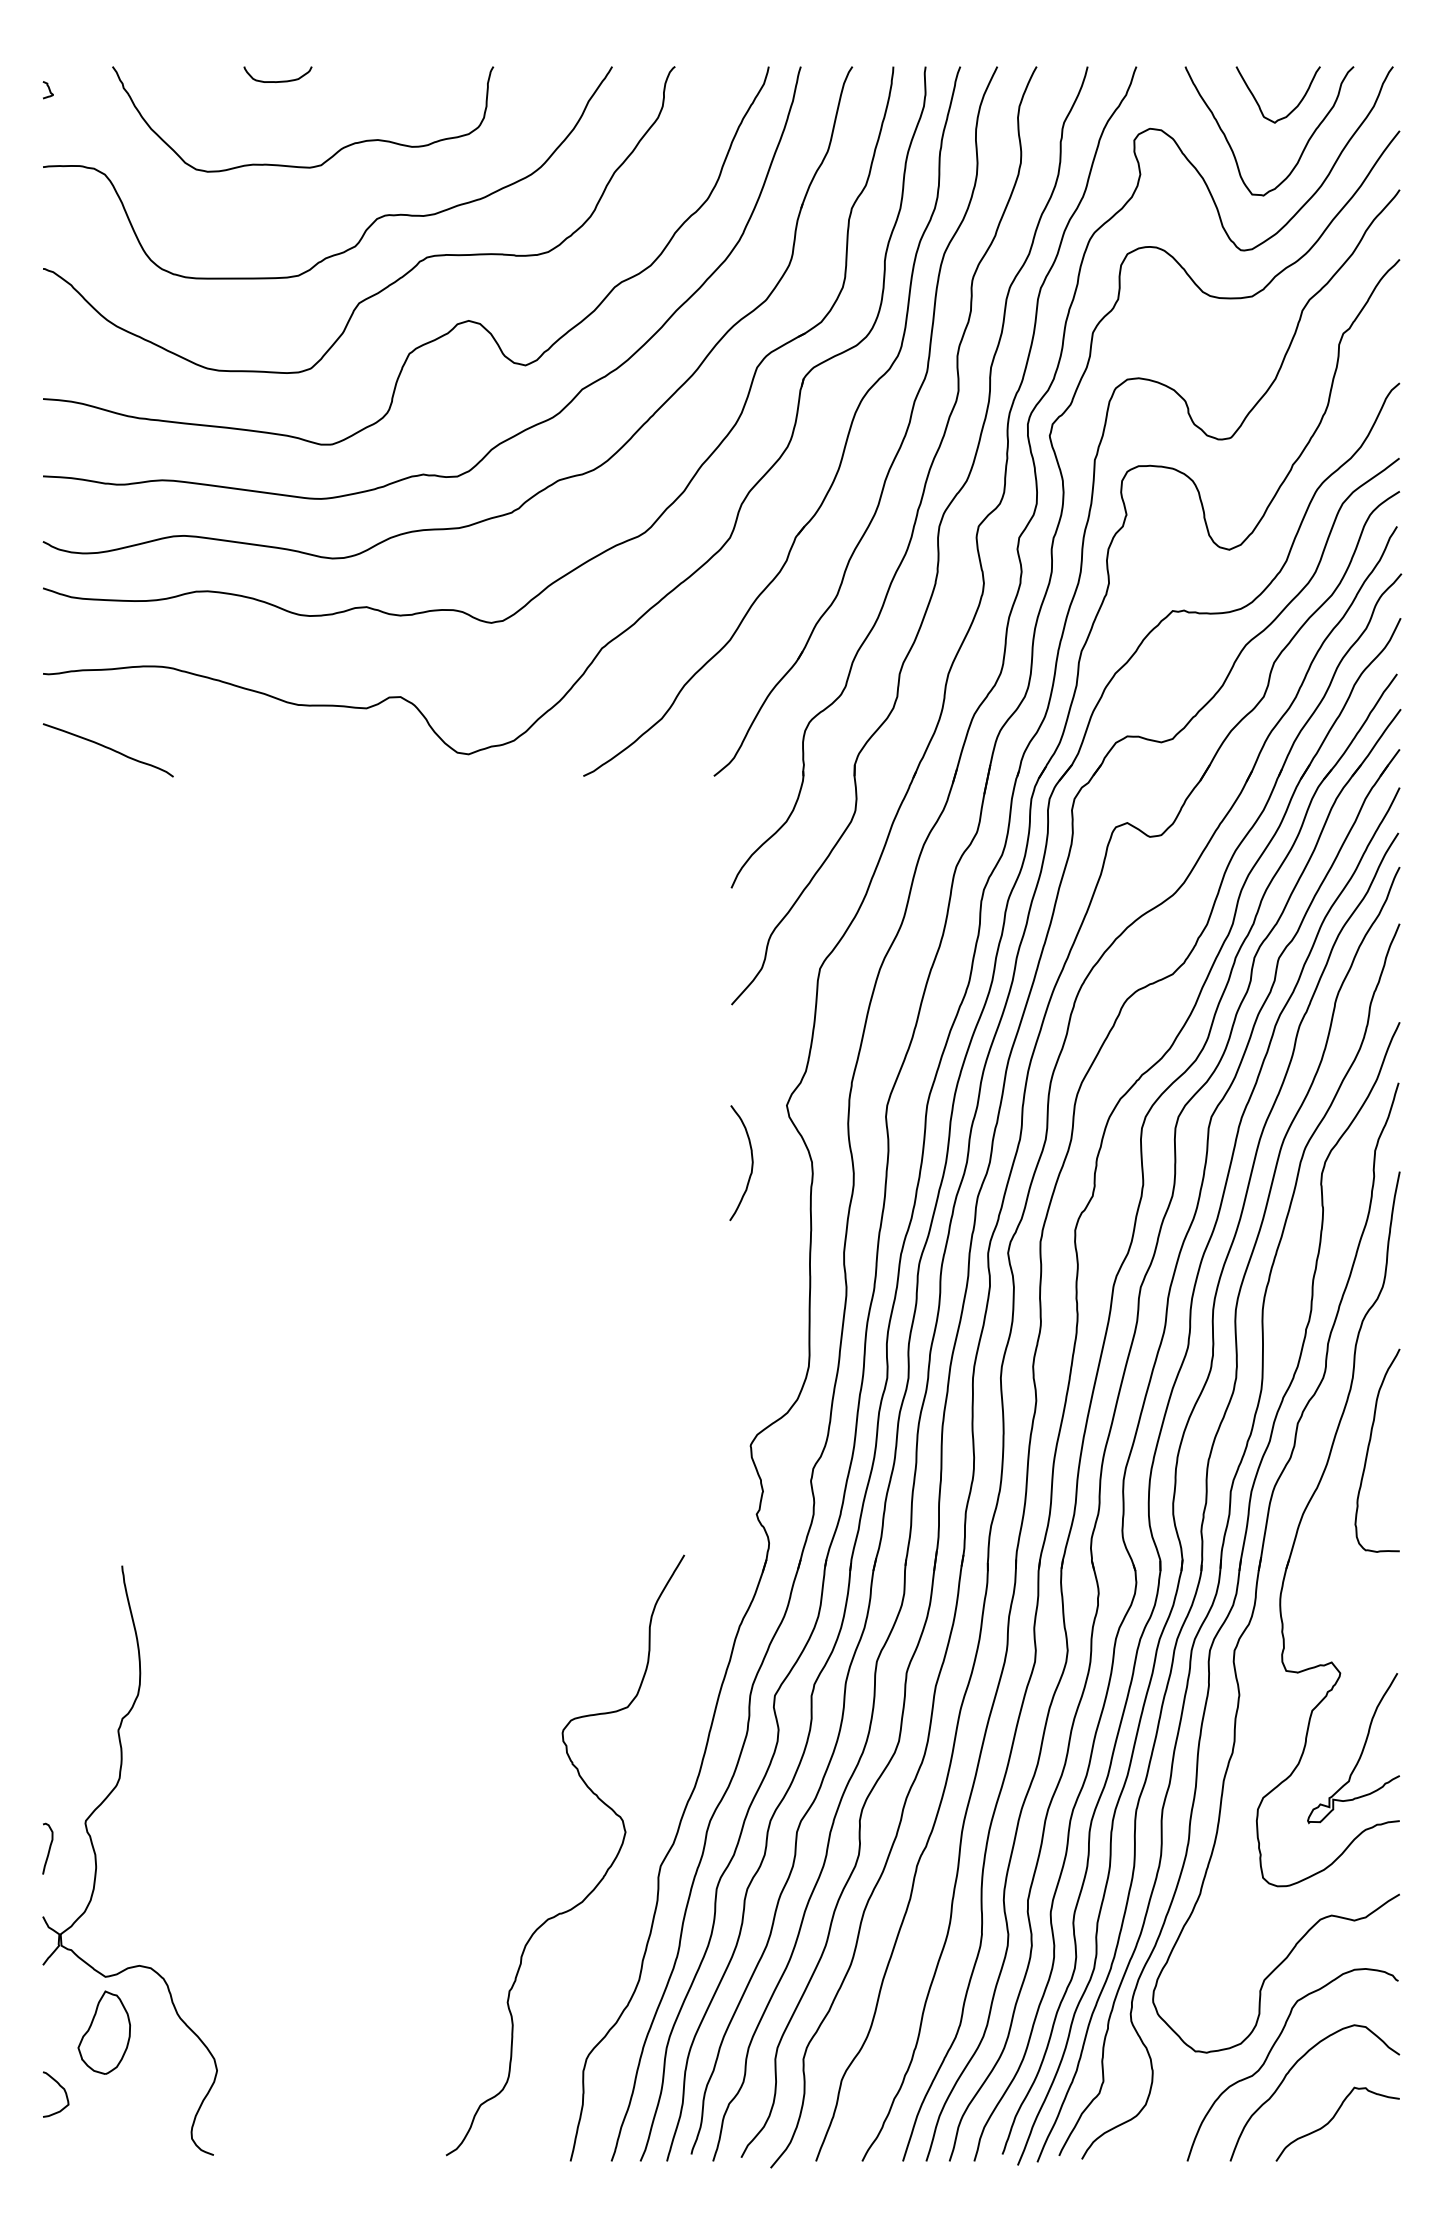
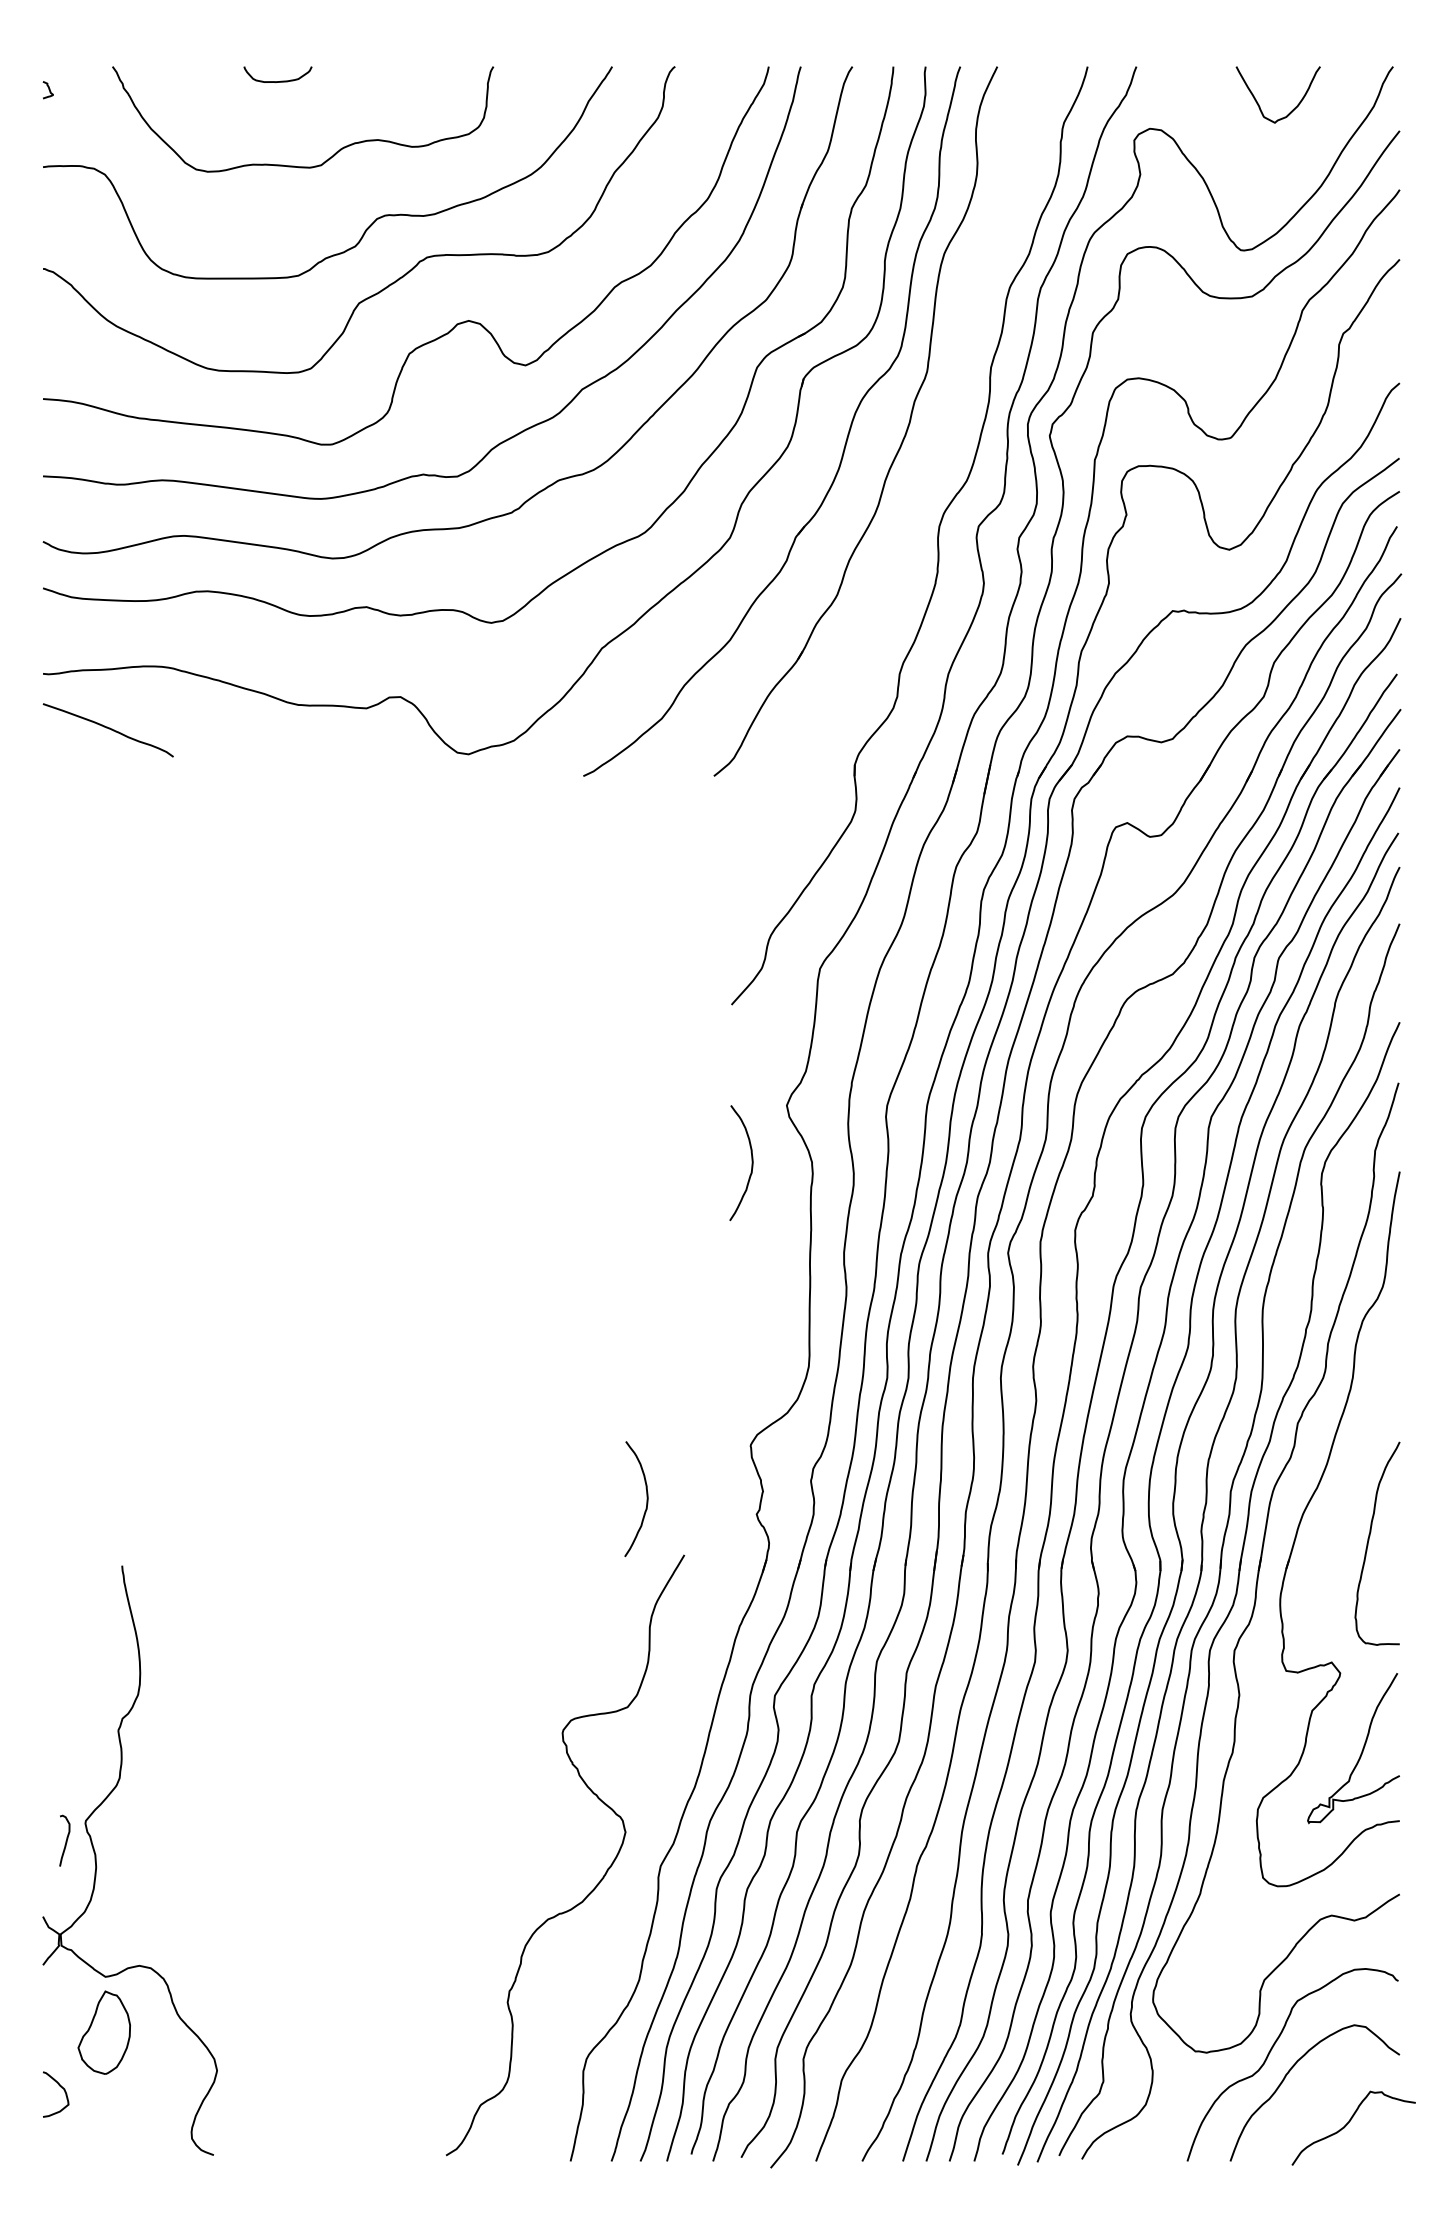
curve at (1303, 148): present -> none
part at (923, 487): present -> none
curve at (108, 749) position: (108, 749) -> (108, 729)
curve at (1369, 1447) position: (1369, 1447) -> (1369, 1540)
curve at (646, 1499): none -> present
curve at (48, 1848) position: (48, 1848) -> (65, 1840)
curve at (1331, 2121) position: (1331, 2121) -> (1347, 2125)
